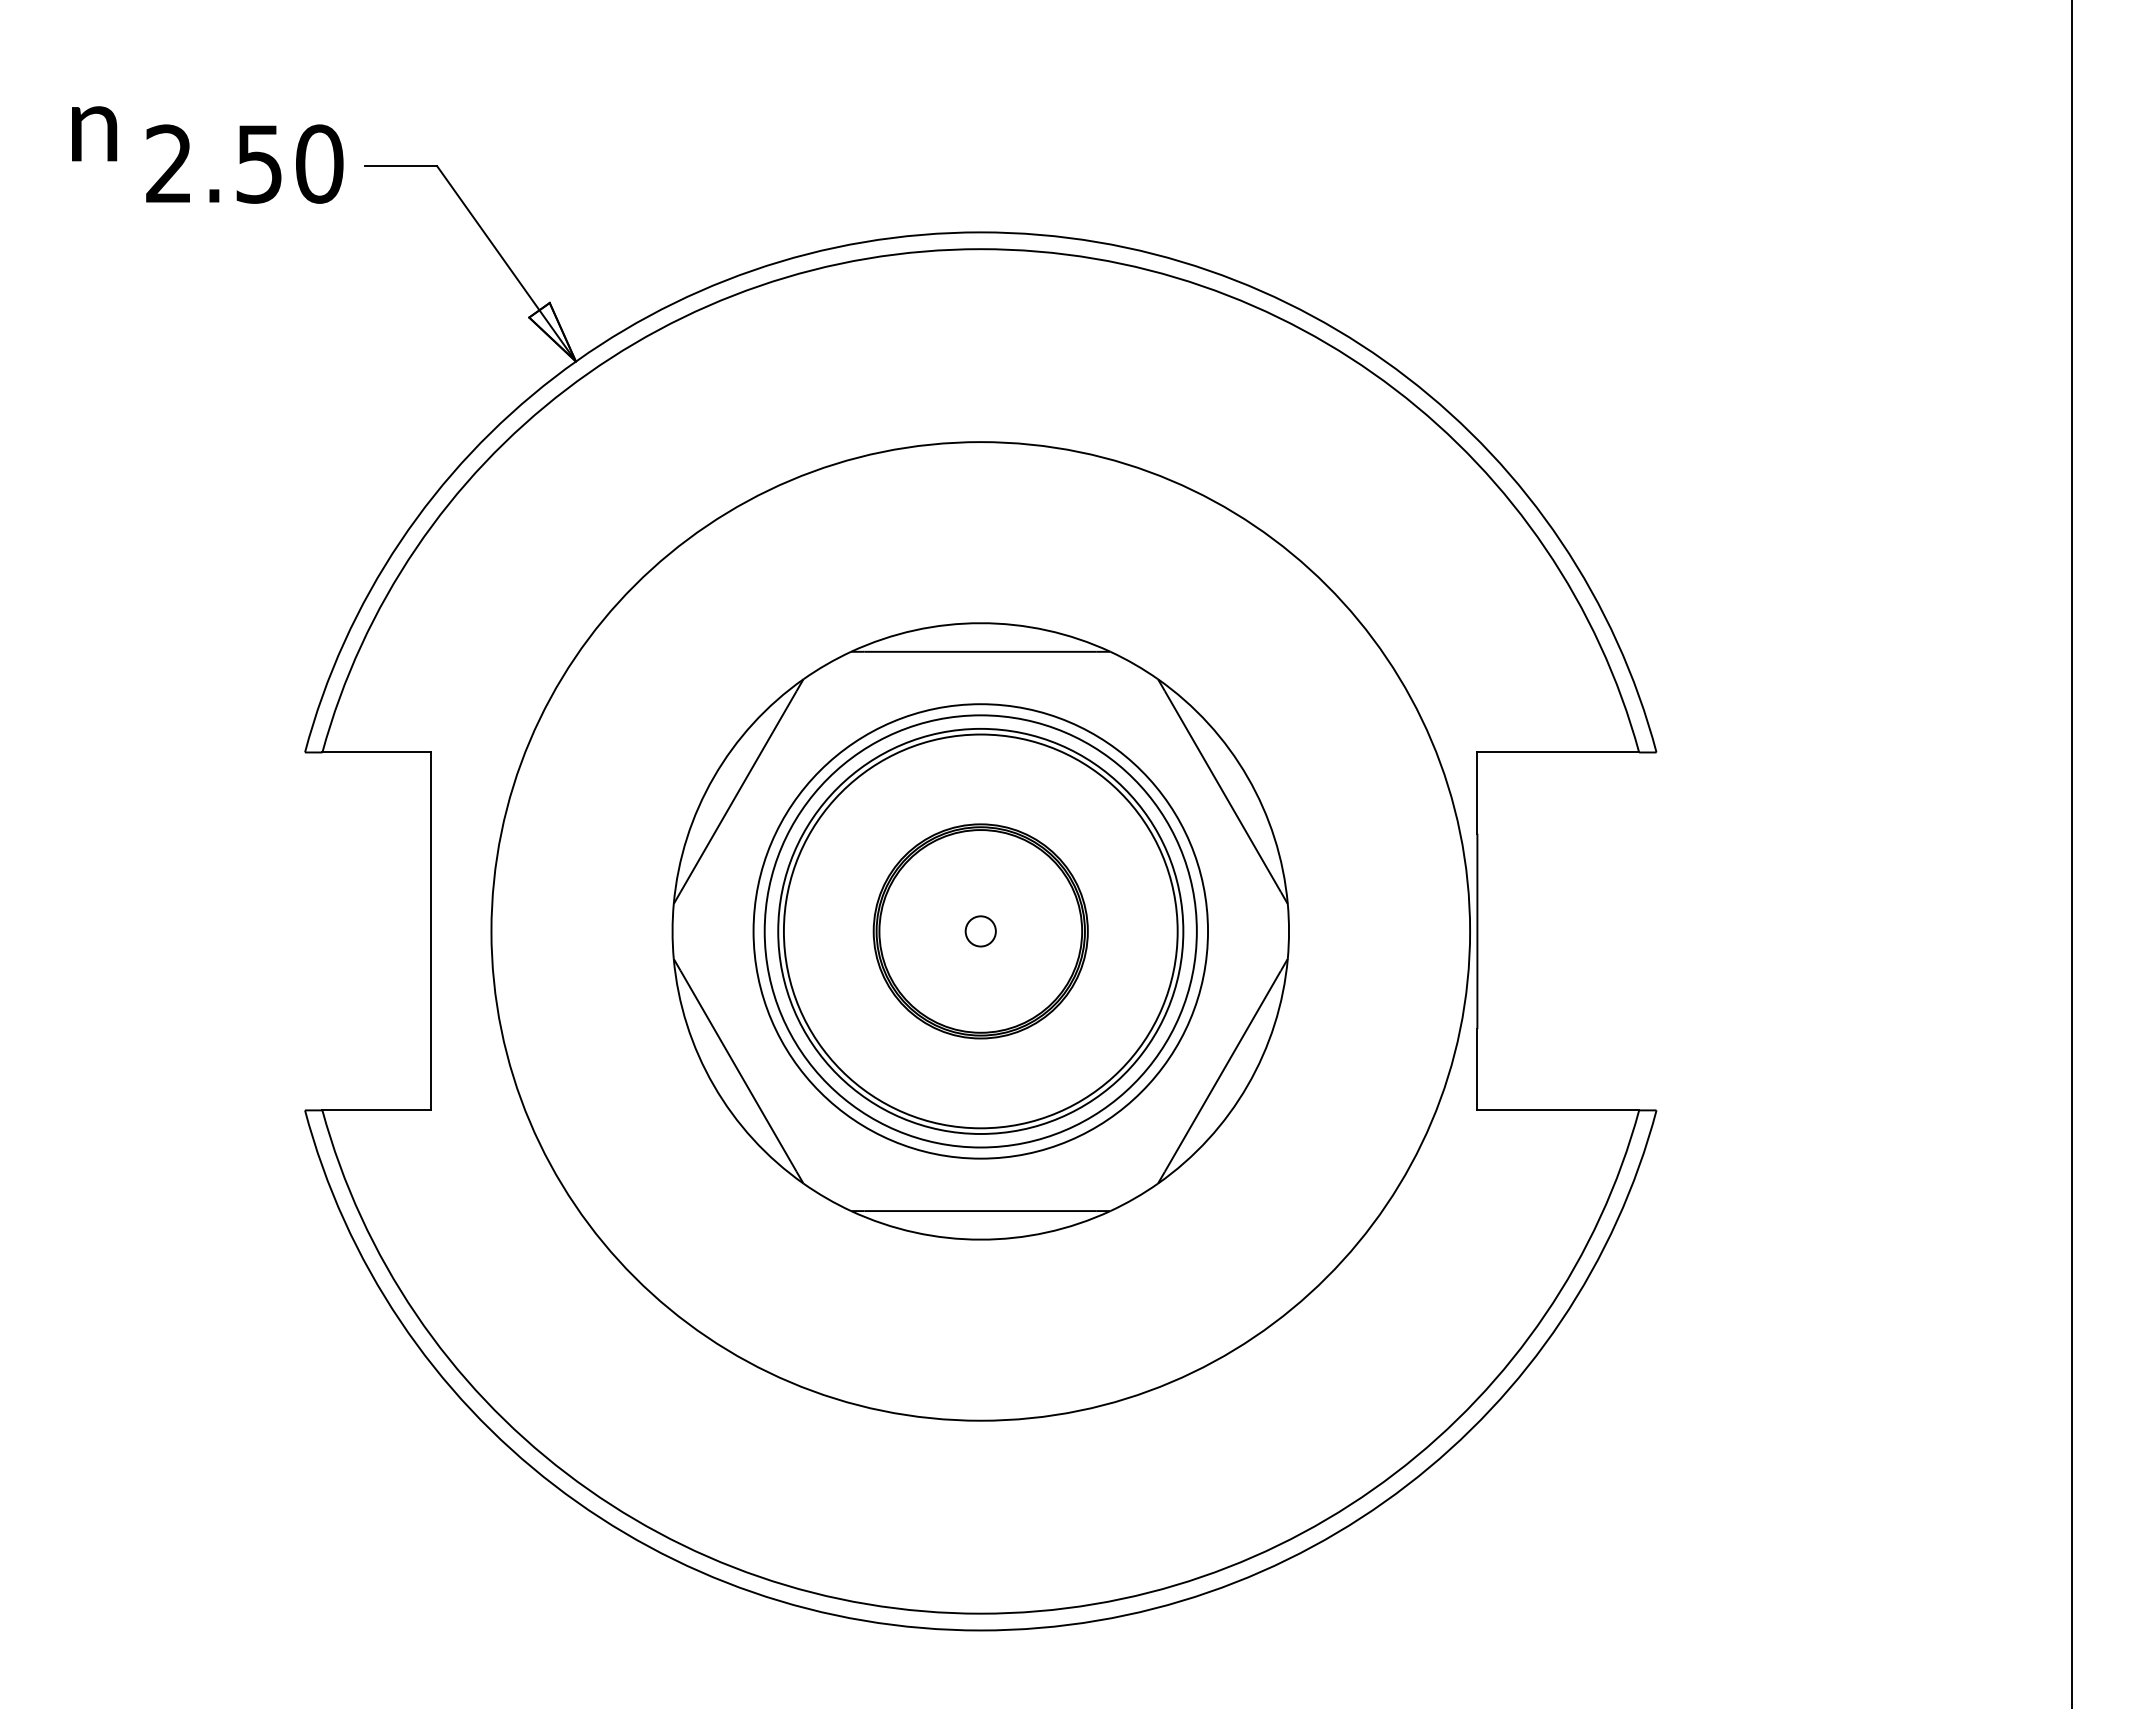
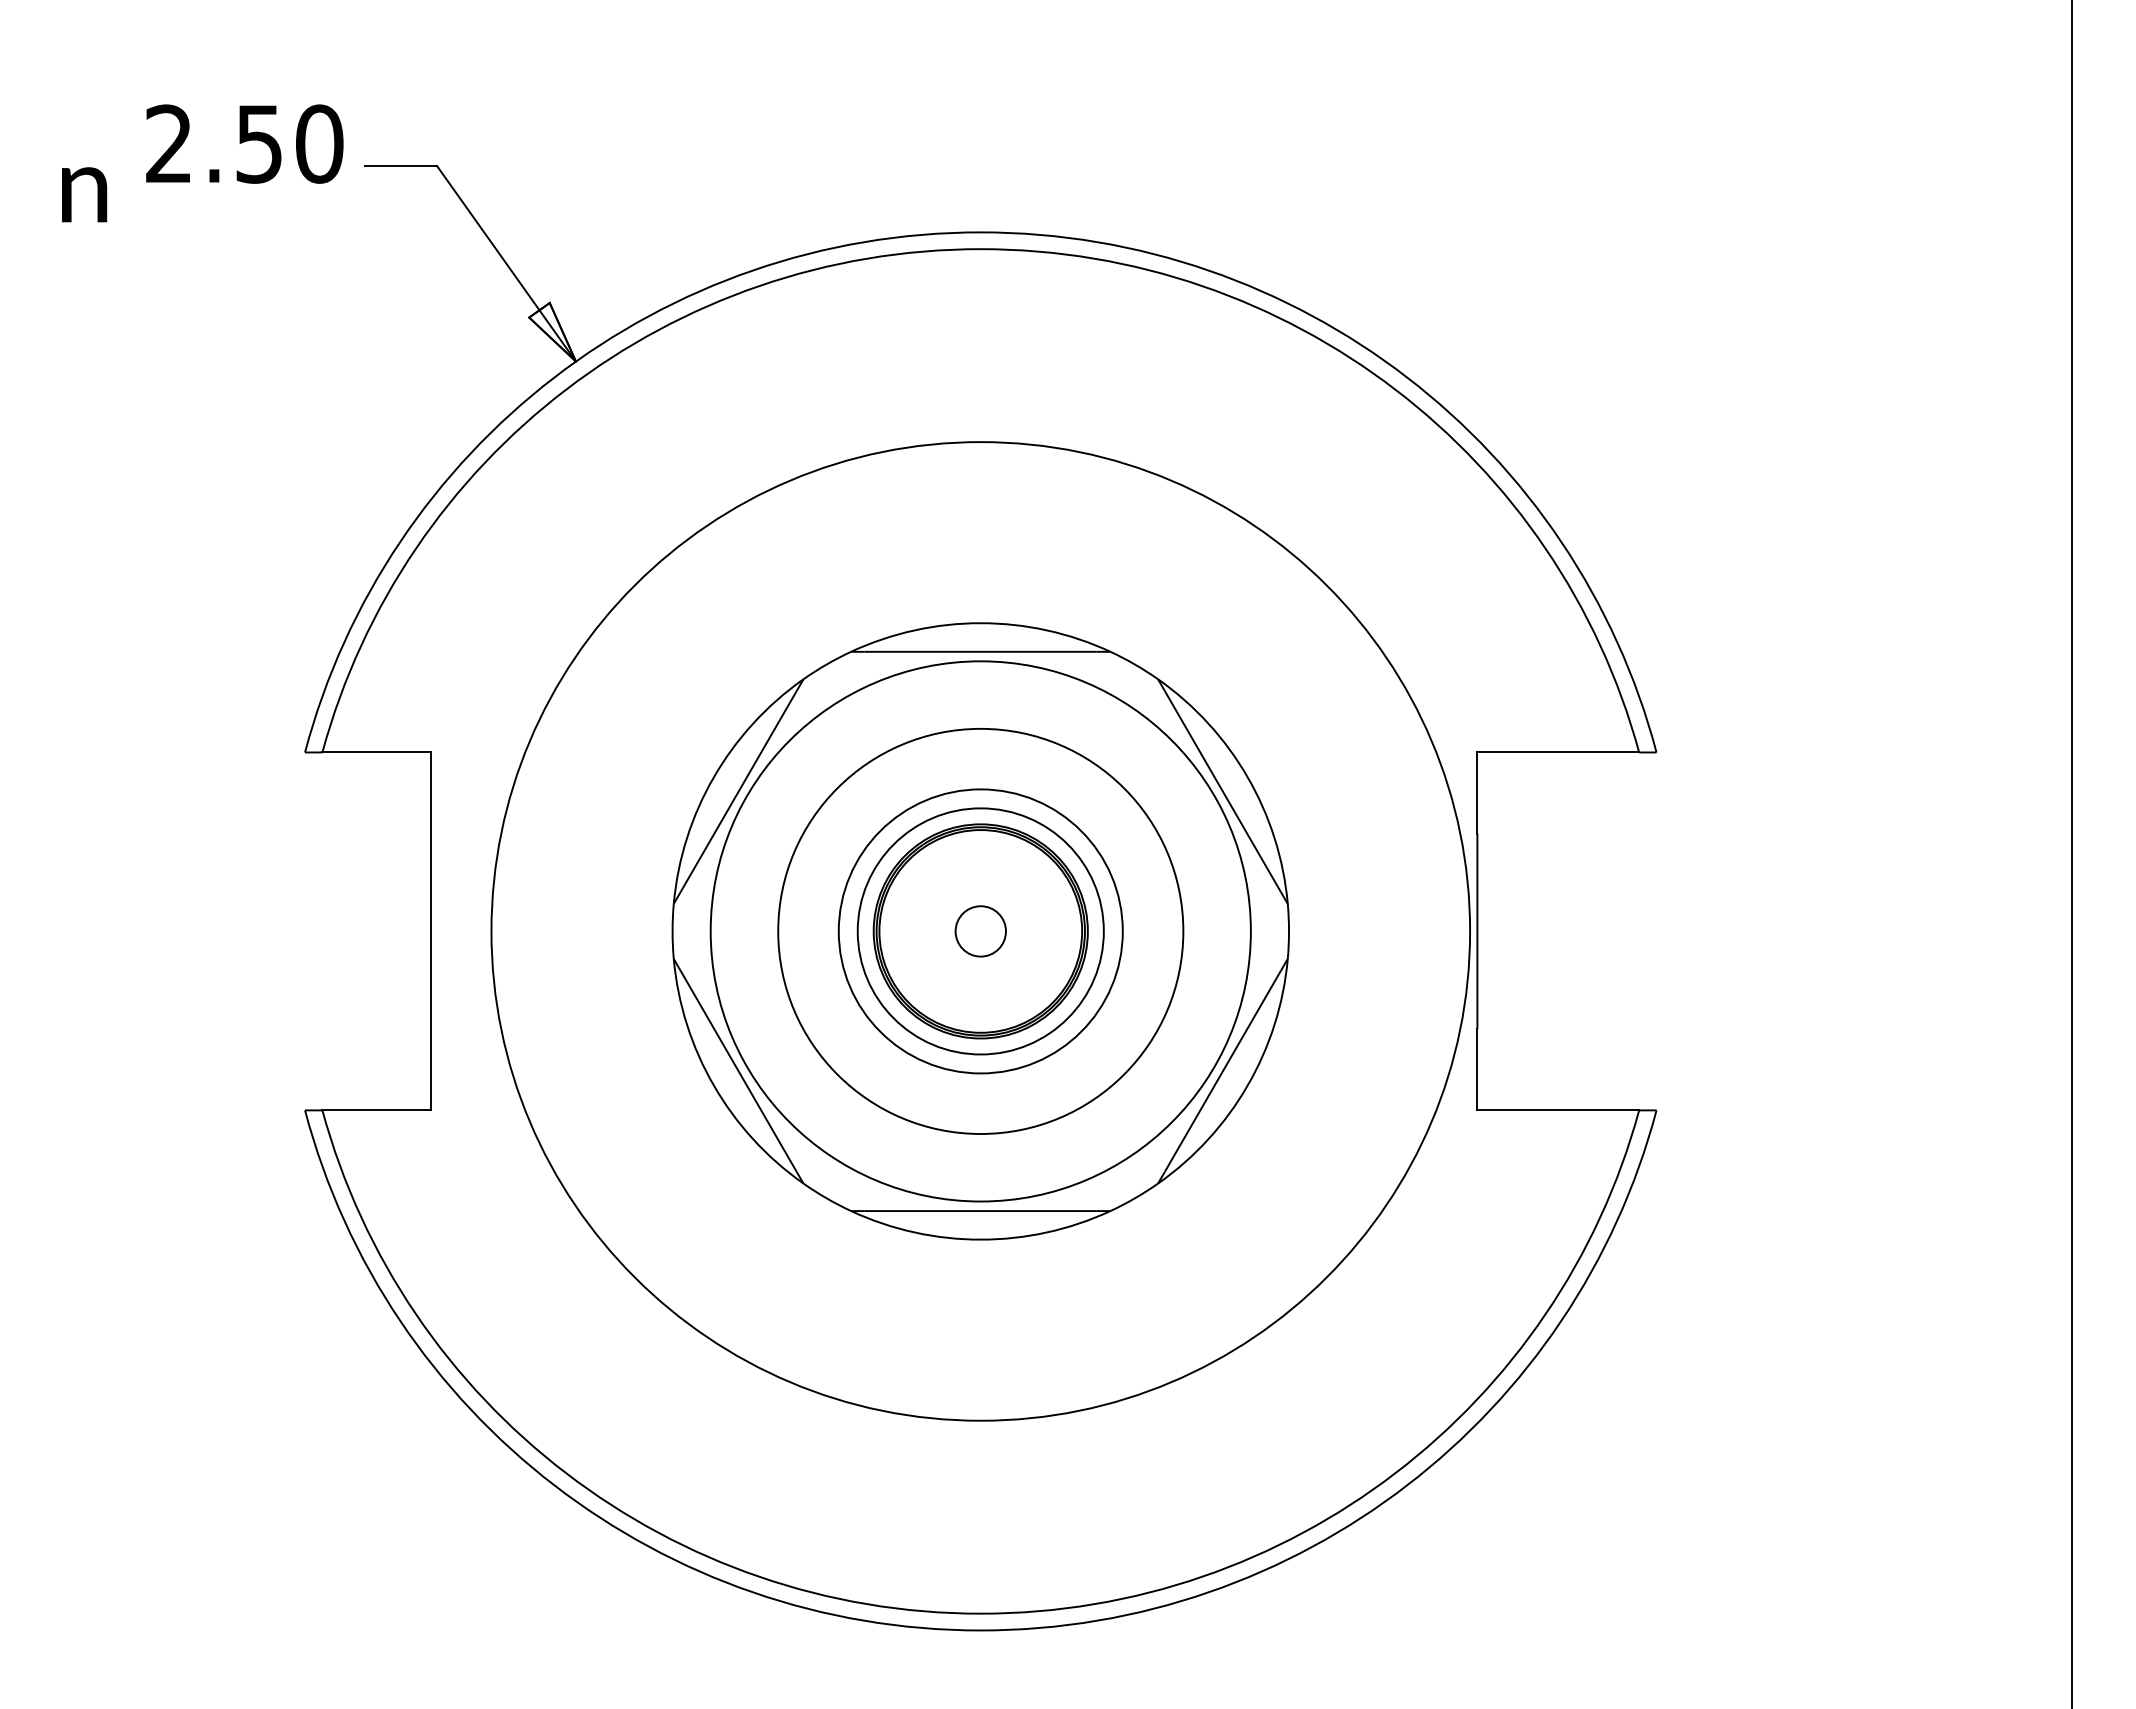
text at (94, 133) position: (94, 133) -> (84, 194)
text at (244, 163) position: (244, 163) -> (244, 143)
circle at (980, 931) diameter: 30 px -> 50 px
circle at (980, 931) diameter: 394 px -> 246 px
circle at (980, 931) diameter: 432 px -> 540 px
circle at (980, 931) diameter: 454 px -> 284 px
